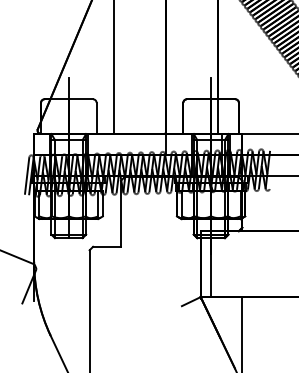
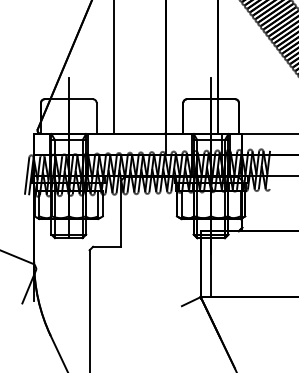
line at (242, 333): present -> none
